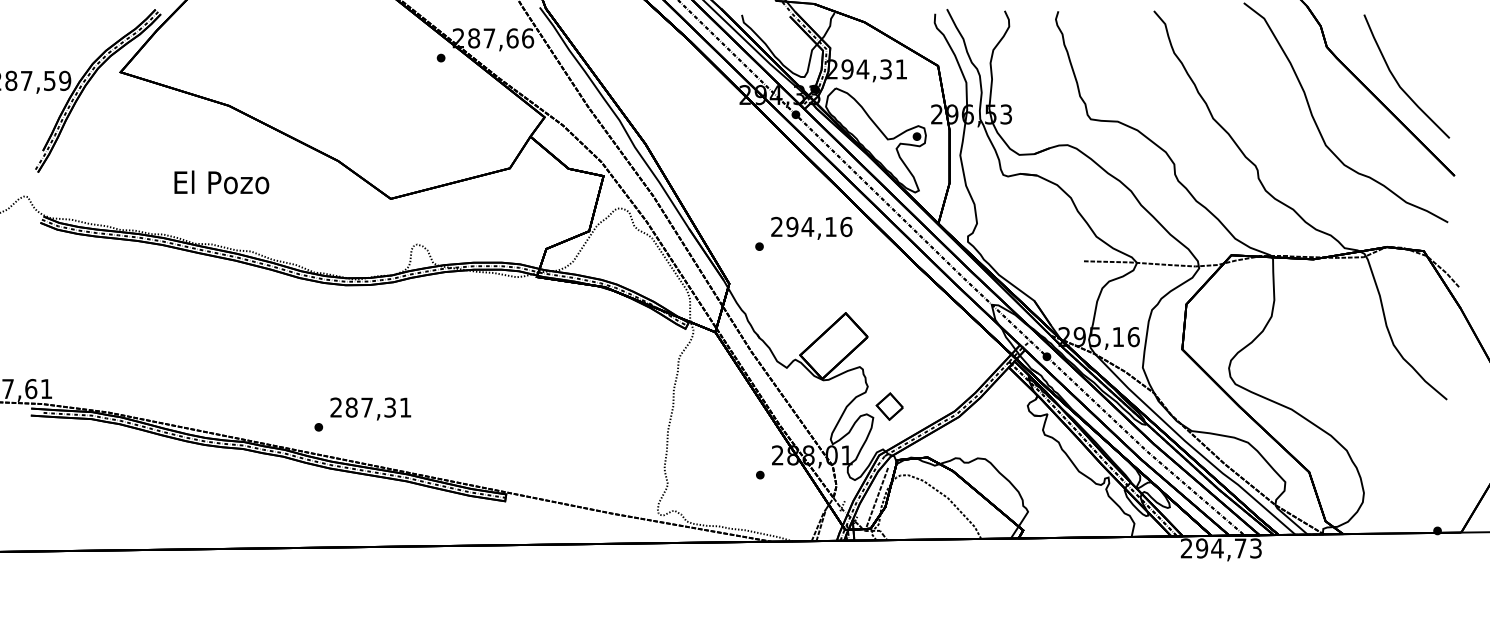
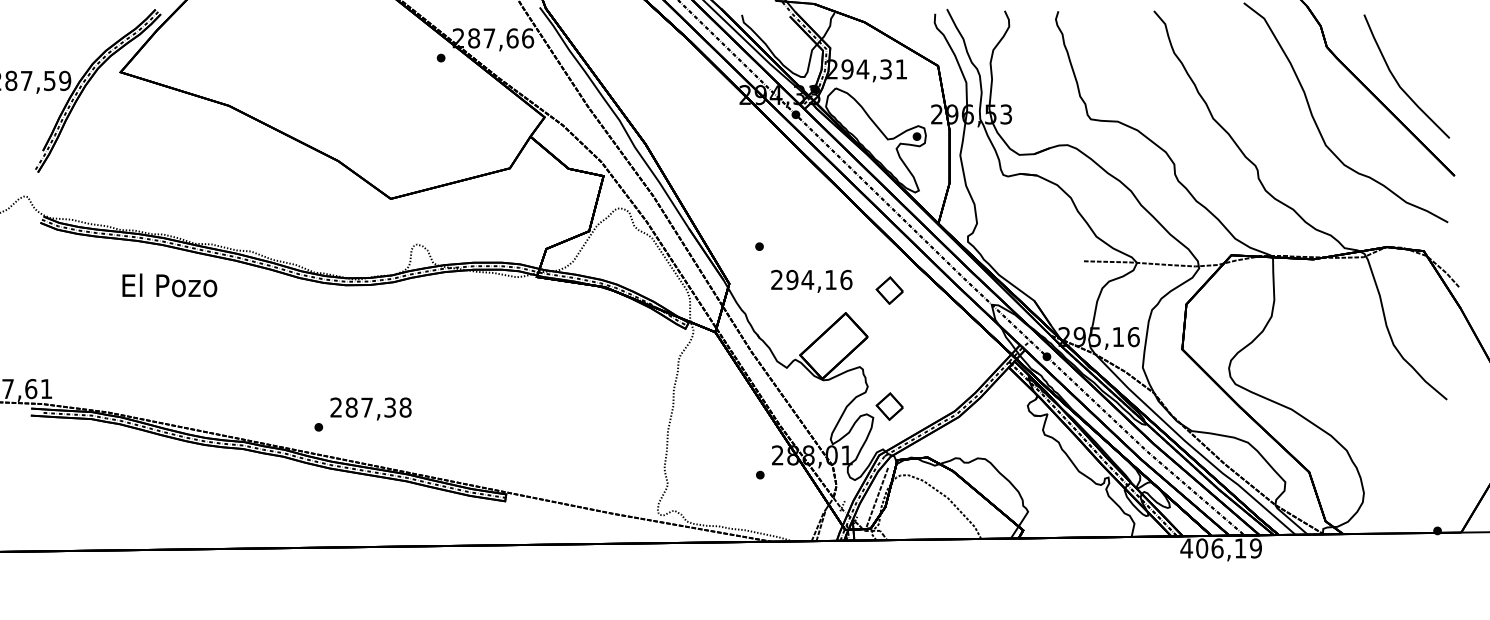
text at (221, 182) position: (221, 182) -> (169, 285)
text at (811, 227) position: (811, 227) -> (811, 280)
part at (889, 290): none -> present
text at (405, 407): 287,31 -> 287,38
text at (1220, 548): 294,73 -> 406,19
